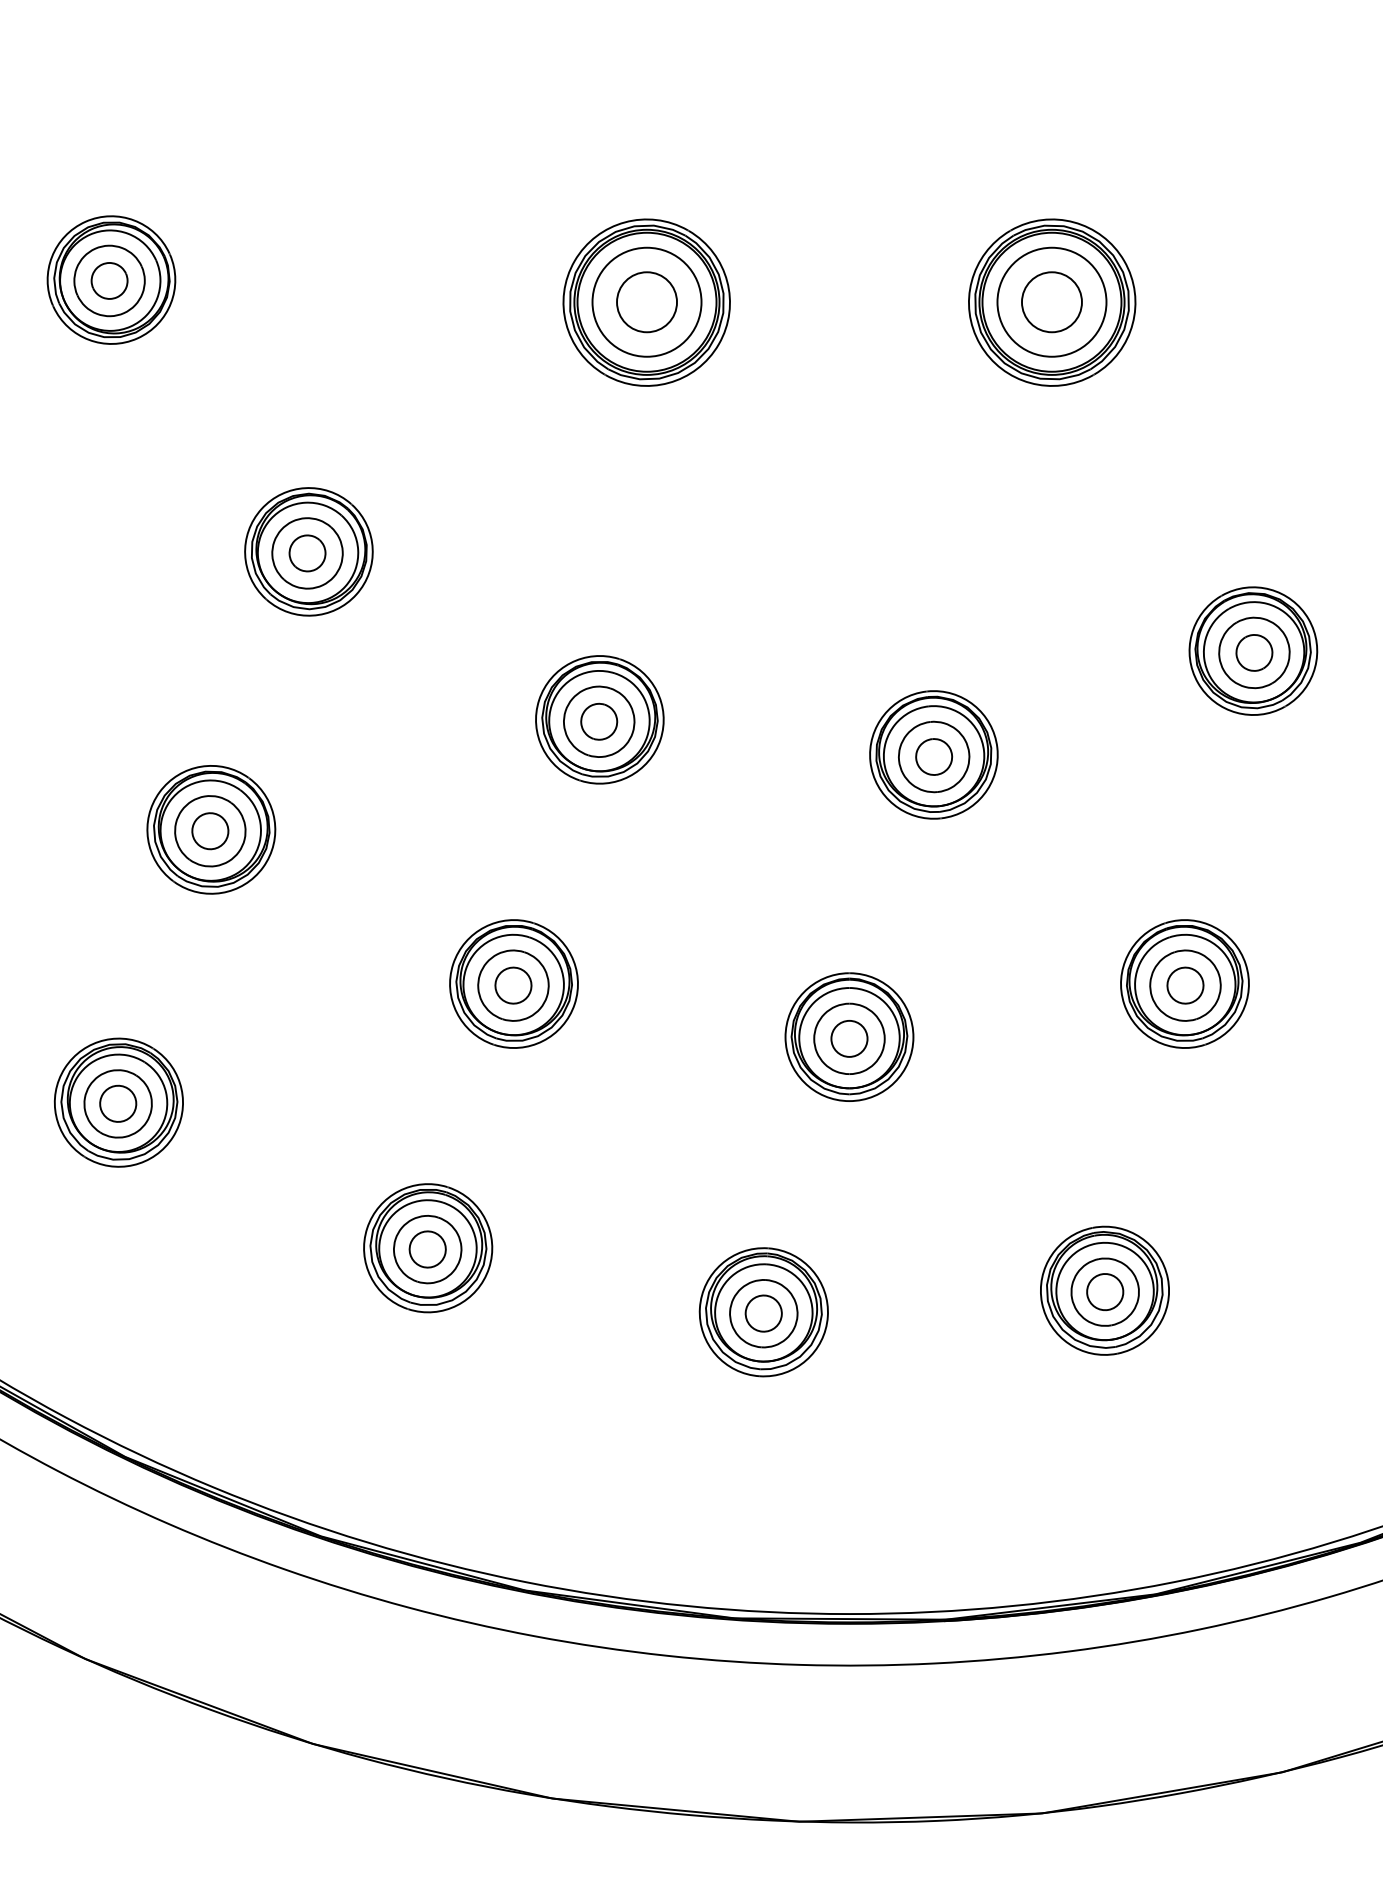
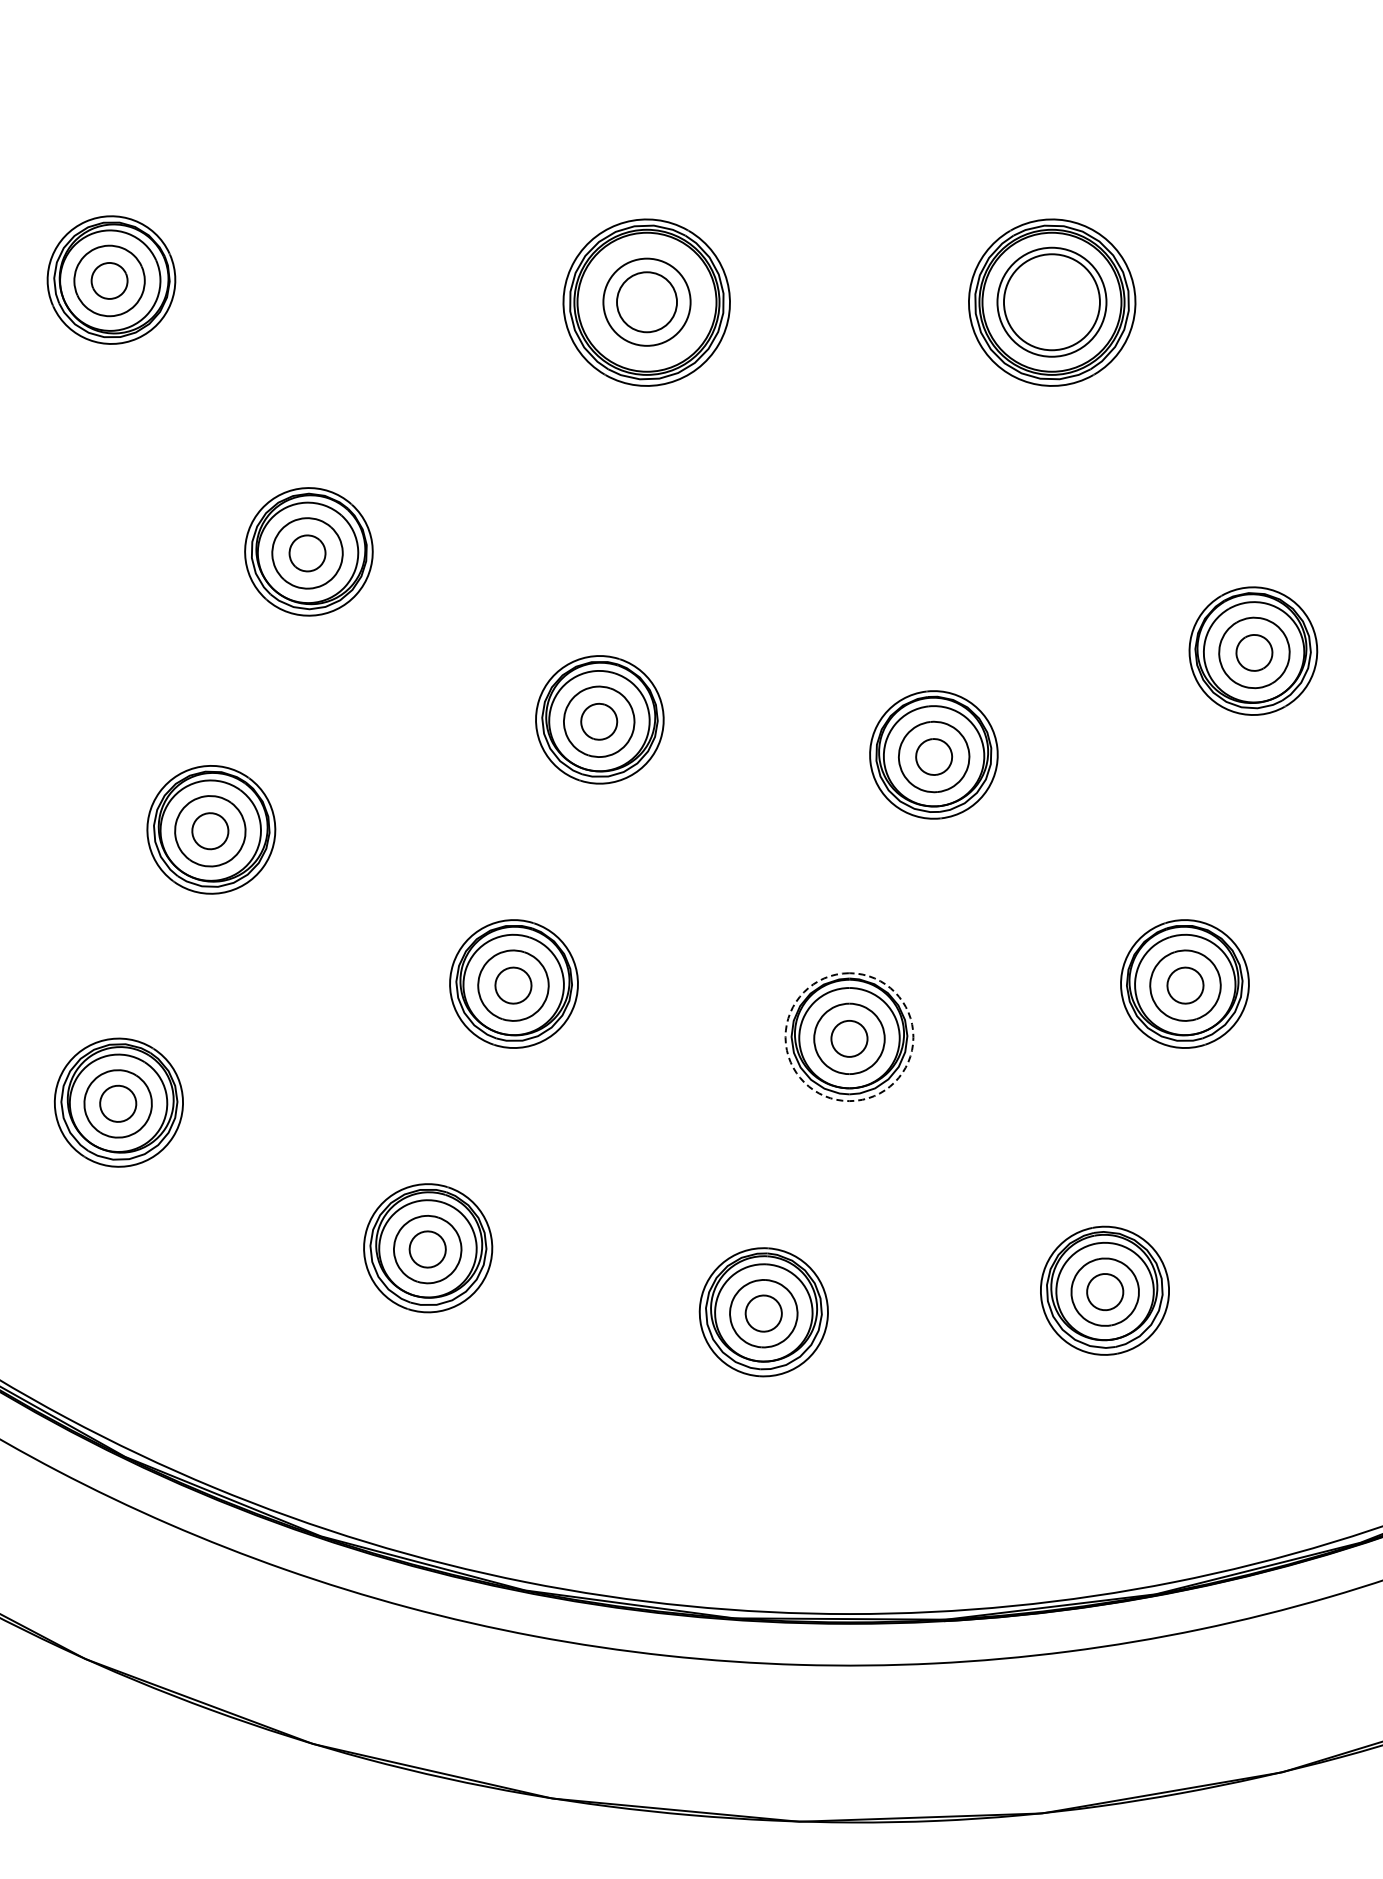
circle at (646, 301) diameter: 109 px -> 87 px
circle at (1051, 302) diameter: 60 px -> 96 px
arc at (849, 1101): solid -> dashed
